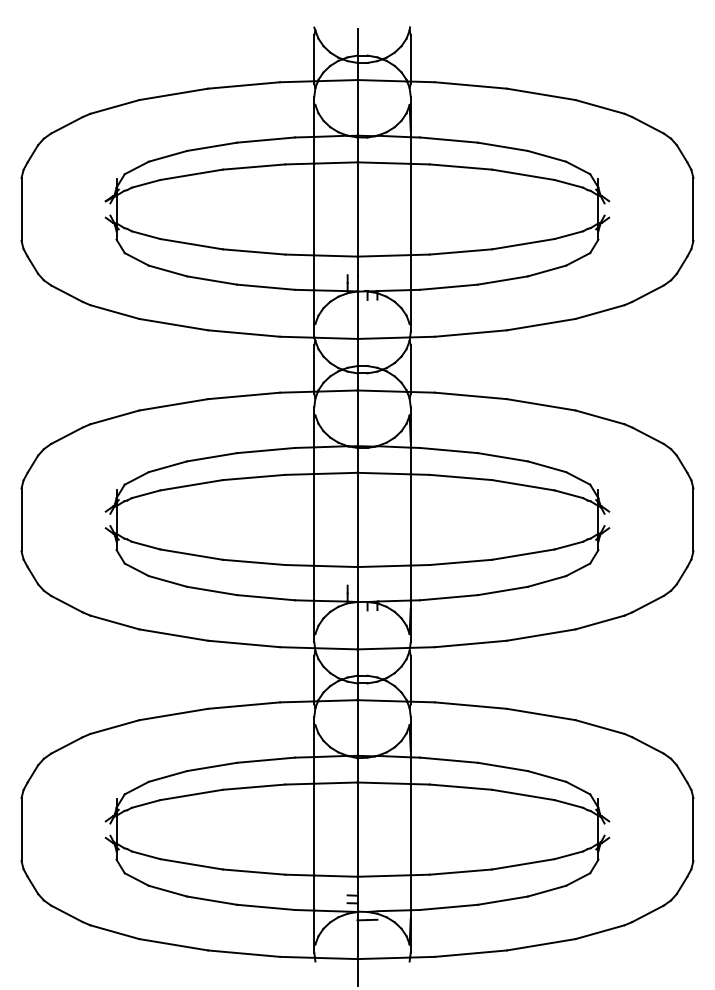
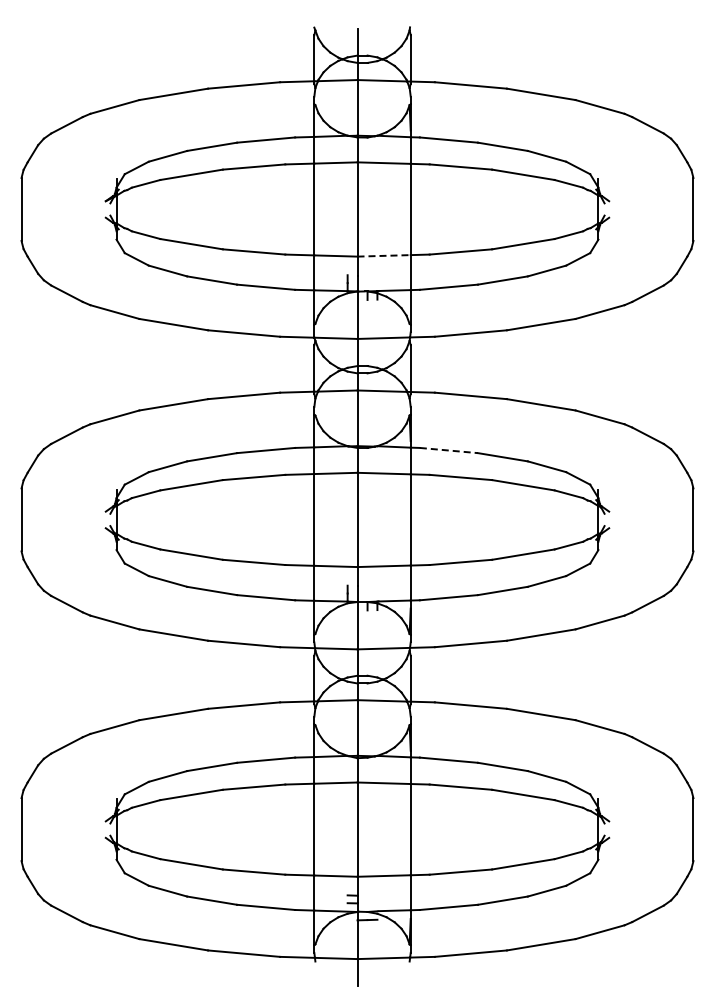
line at (384, 255): solid -> dashed
line at (449, 450): solid -> dashed
